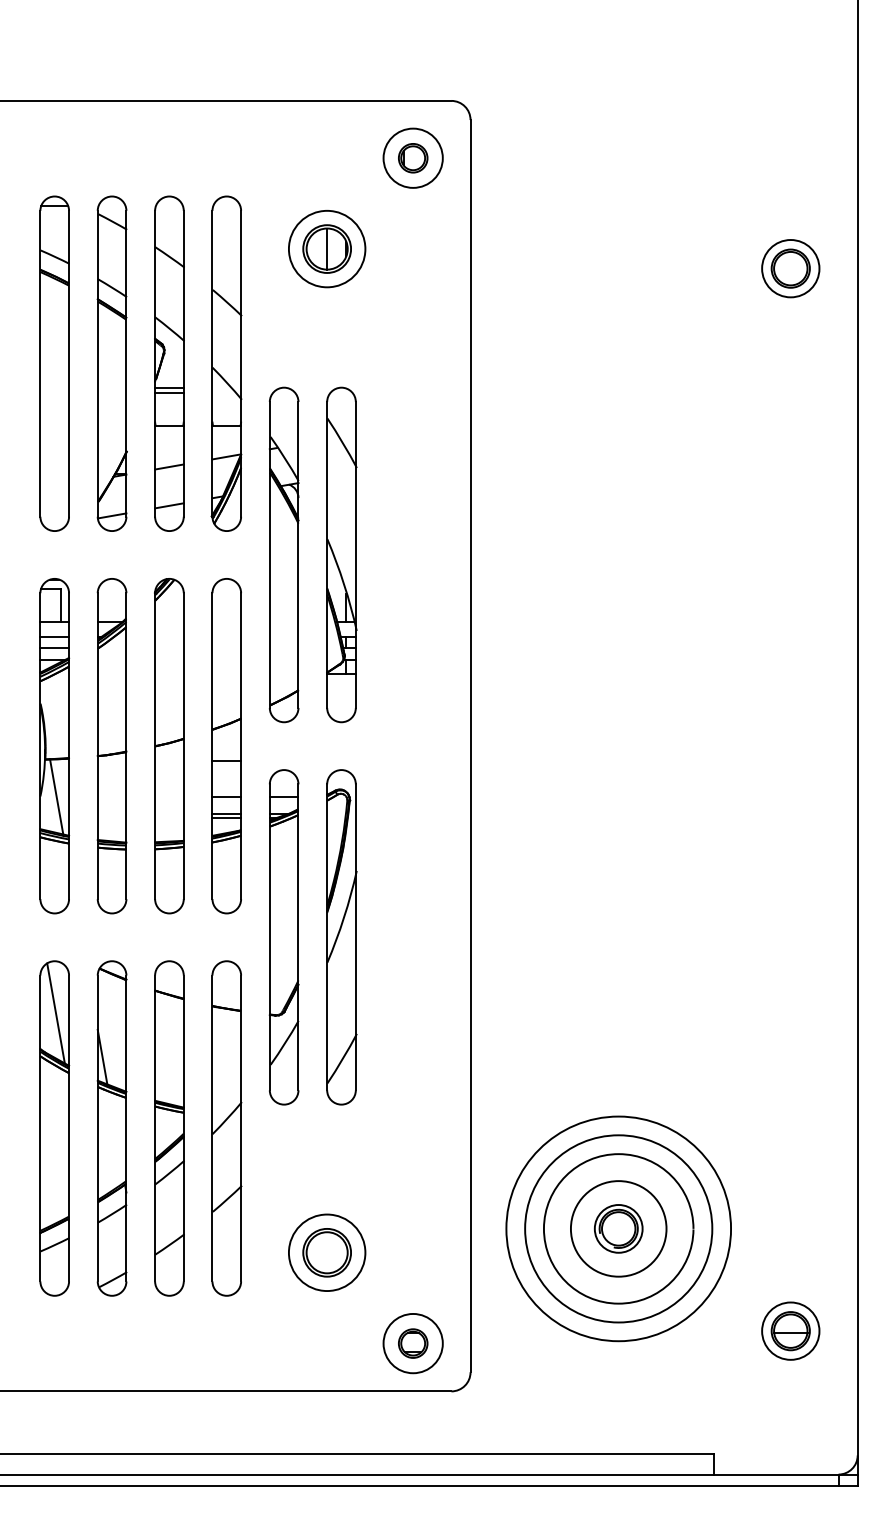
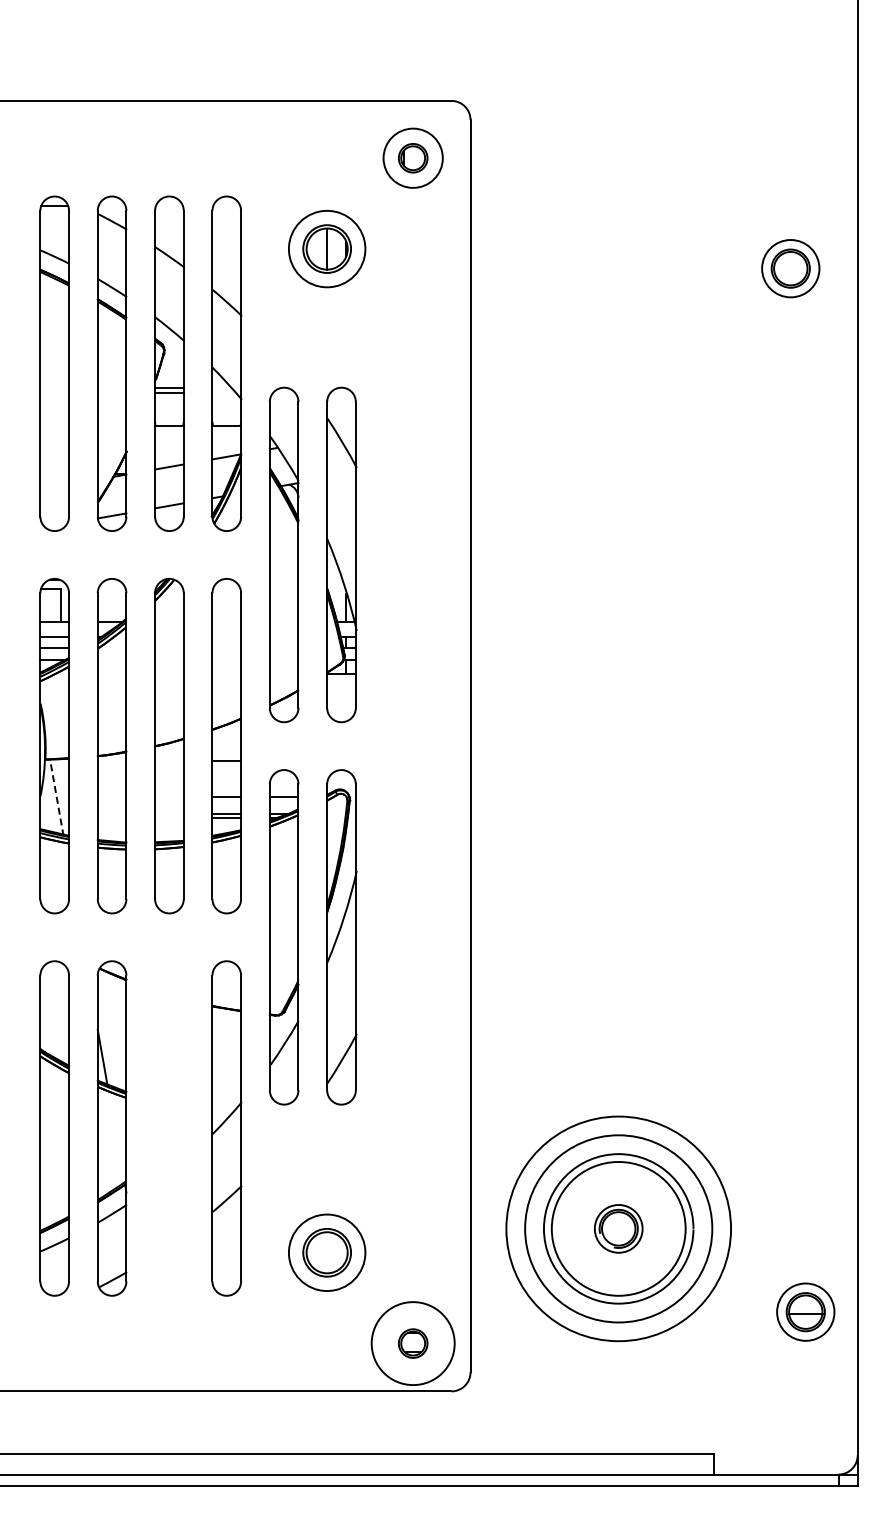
line at (56, 797): solid -> dashed
line at (55, 1013): present -> none
part at (169, 1128): present -> none
circle at (618, 1228) diameter: 96 px -> 134 px
part at (790, 1330) position: (790, 1330) -> (805, 1311)
circle at (412, 1343) diameter: 59 px -> 83 px
